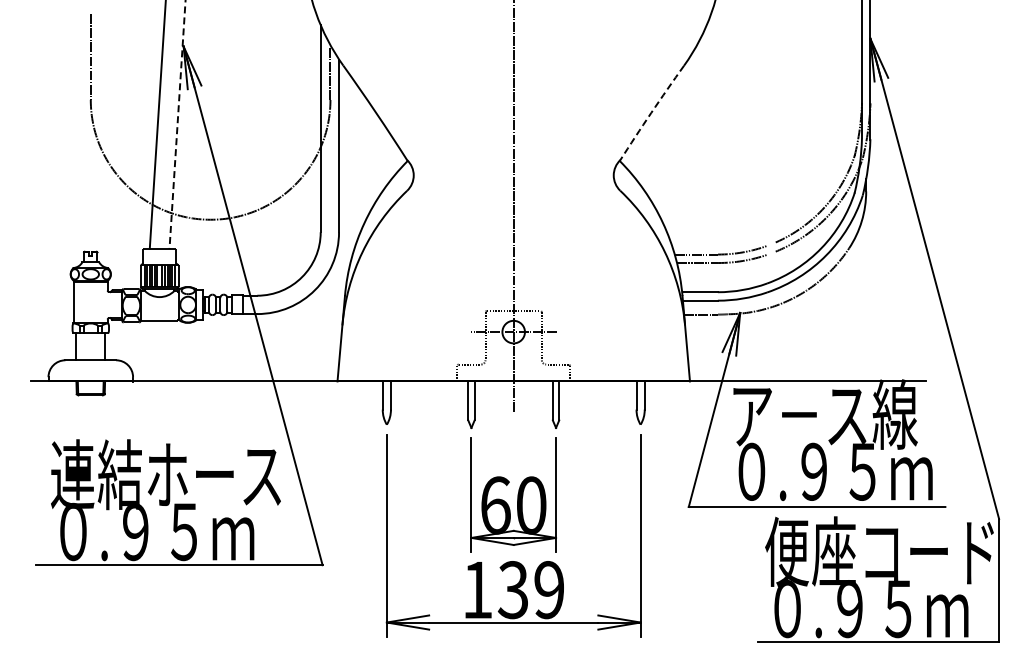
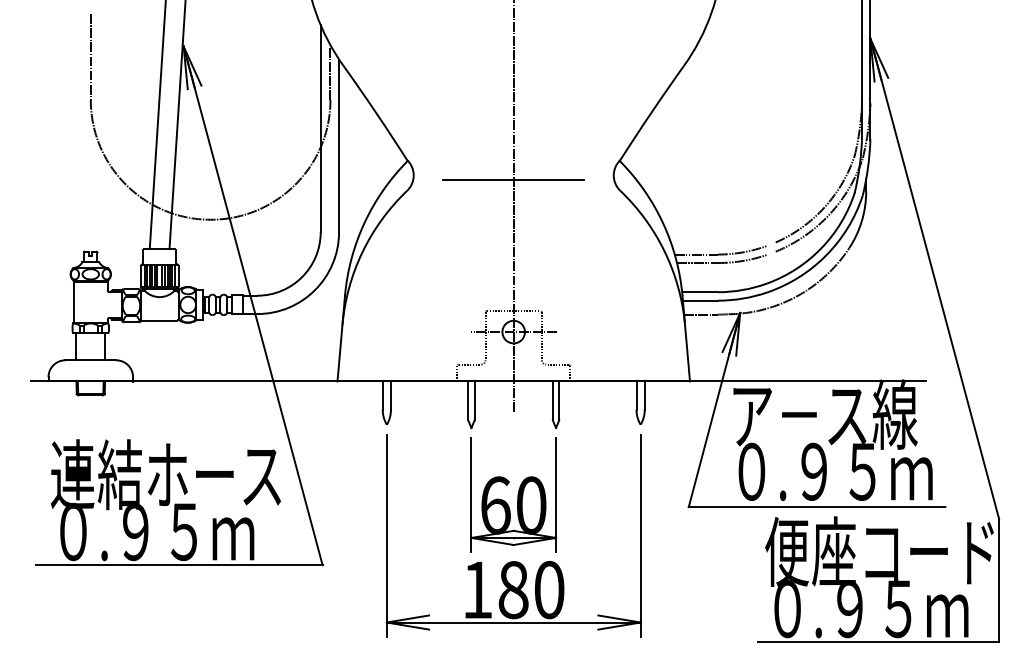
arc at (651, 112): dashed -> solid
line at (177, 125): dashed -> solid
line at (513, 179): none -> present
text at (530, 590): 139 -> 180
